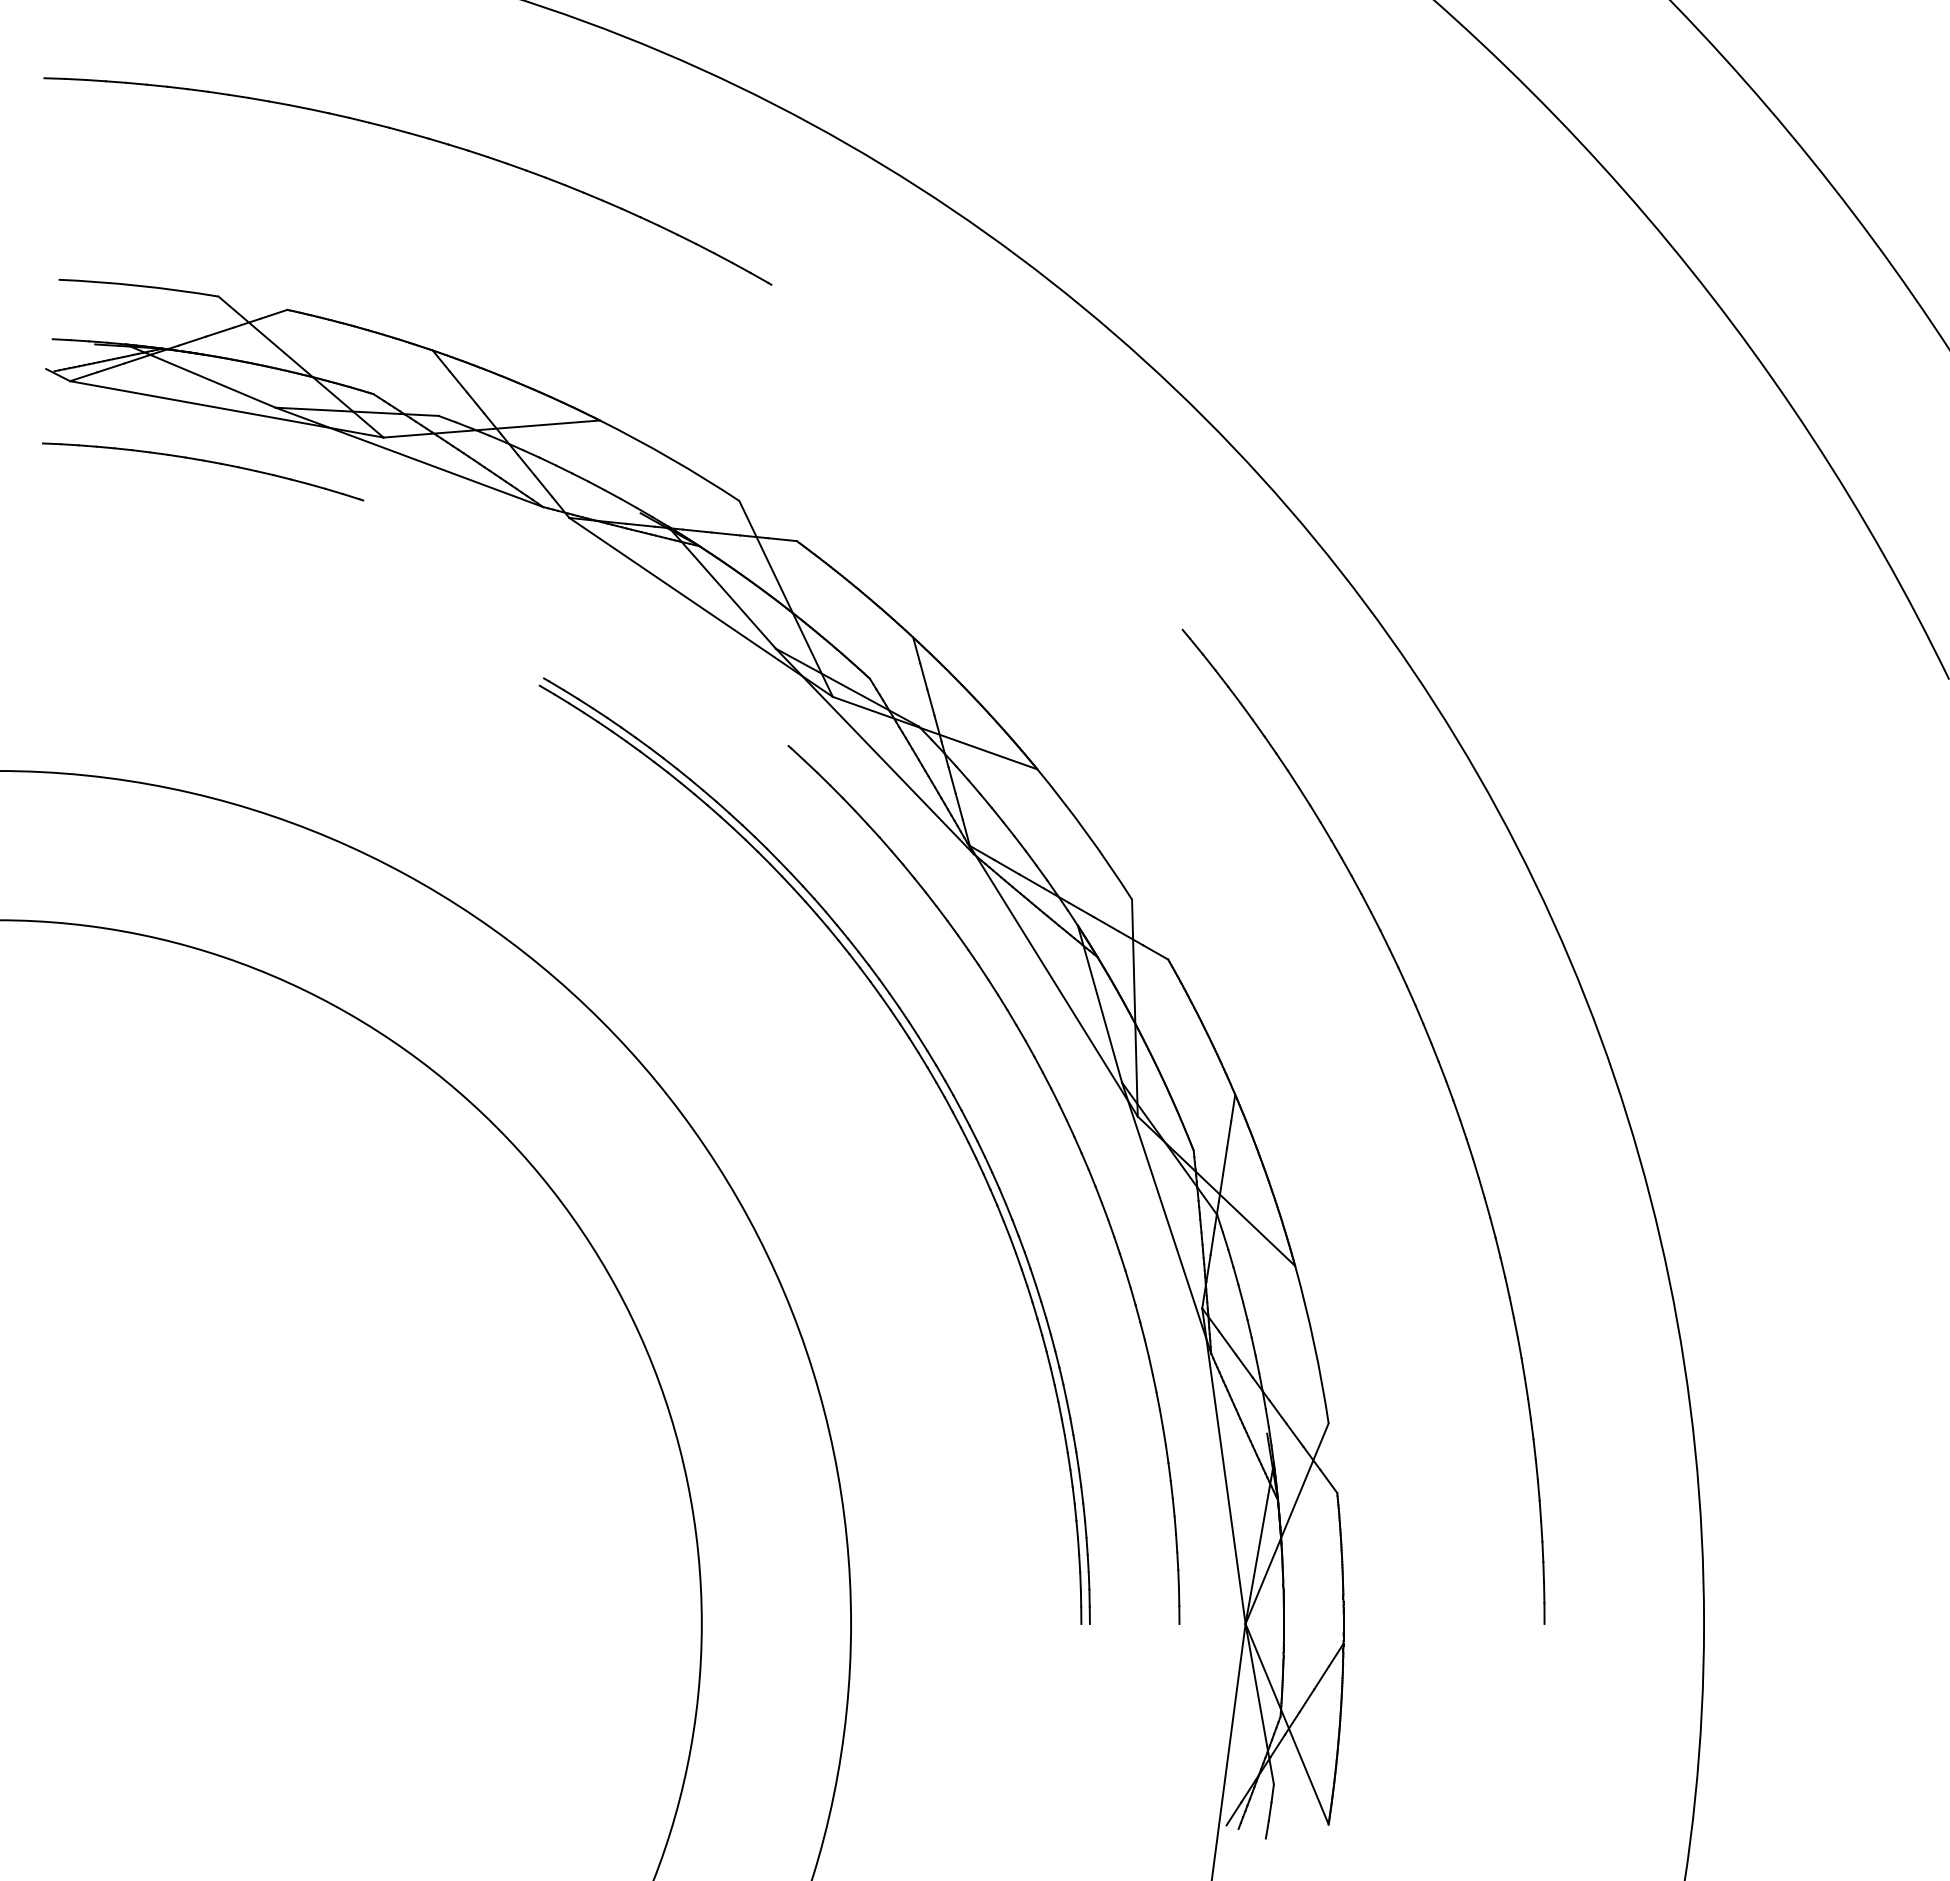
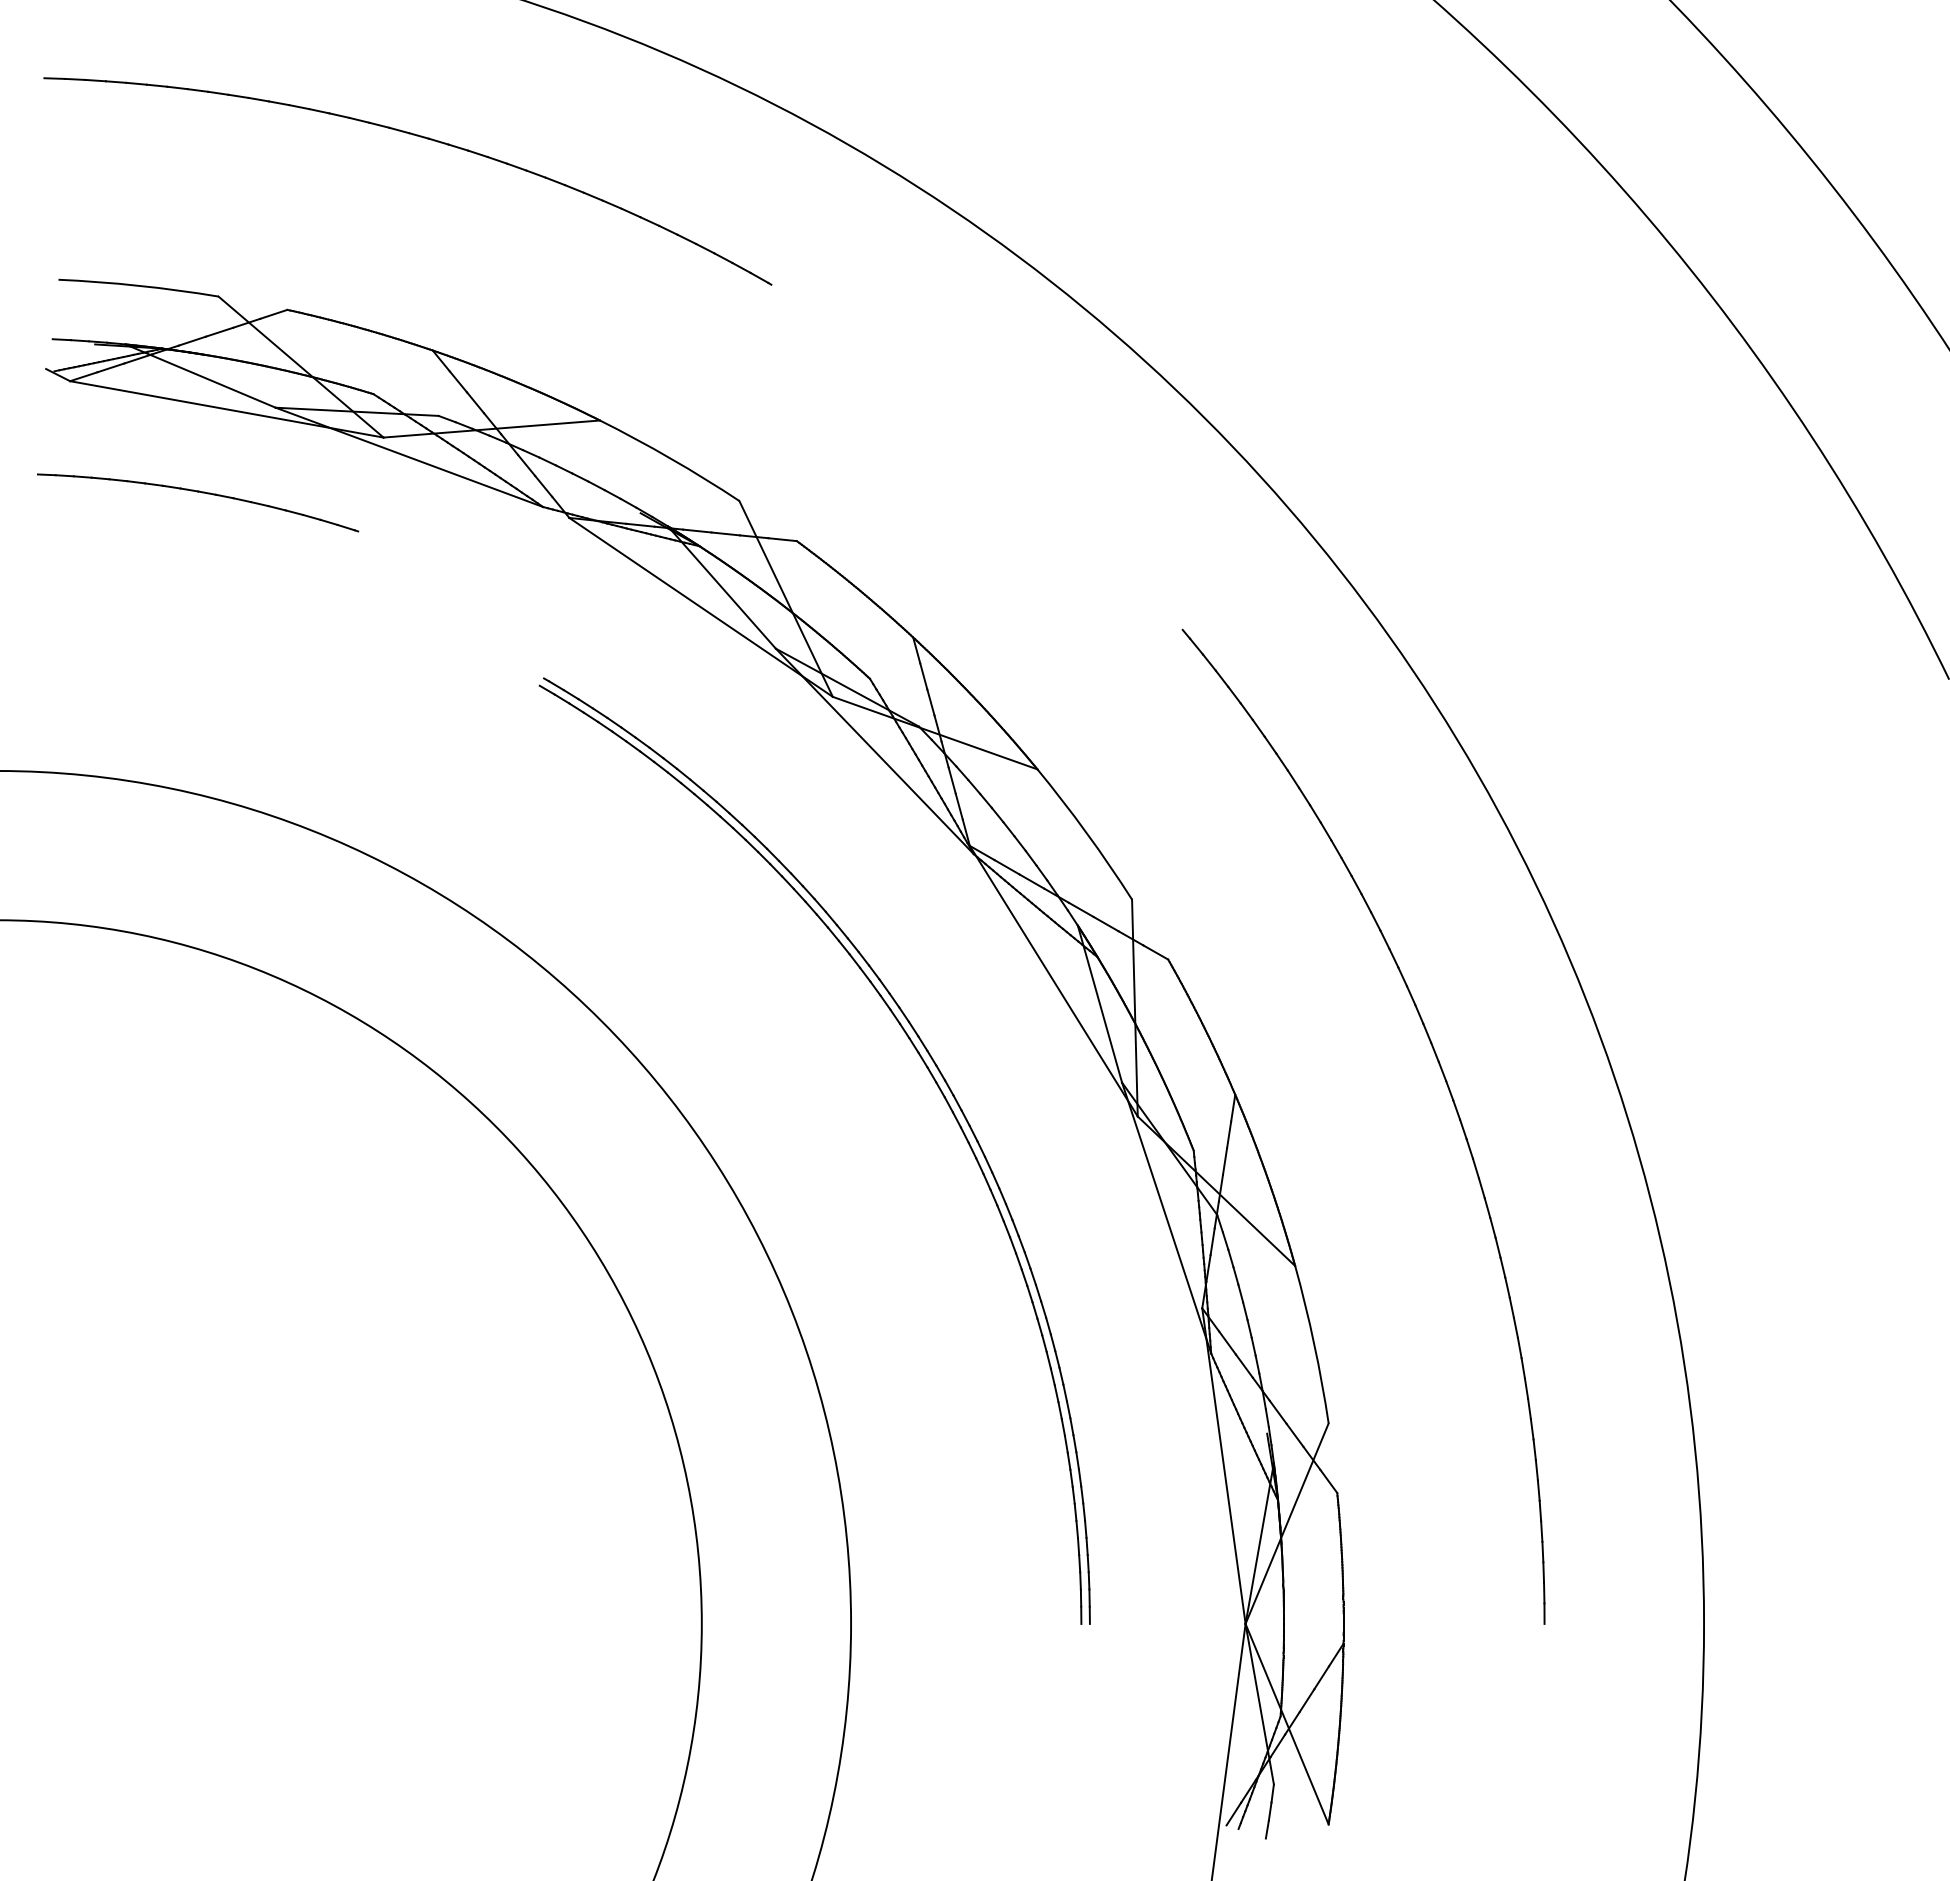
part at (207, 462) position: (207, 462) -> (202, 493)
part at (1075, 1142): present -> none
